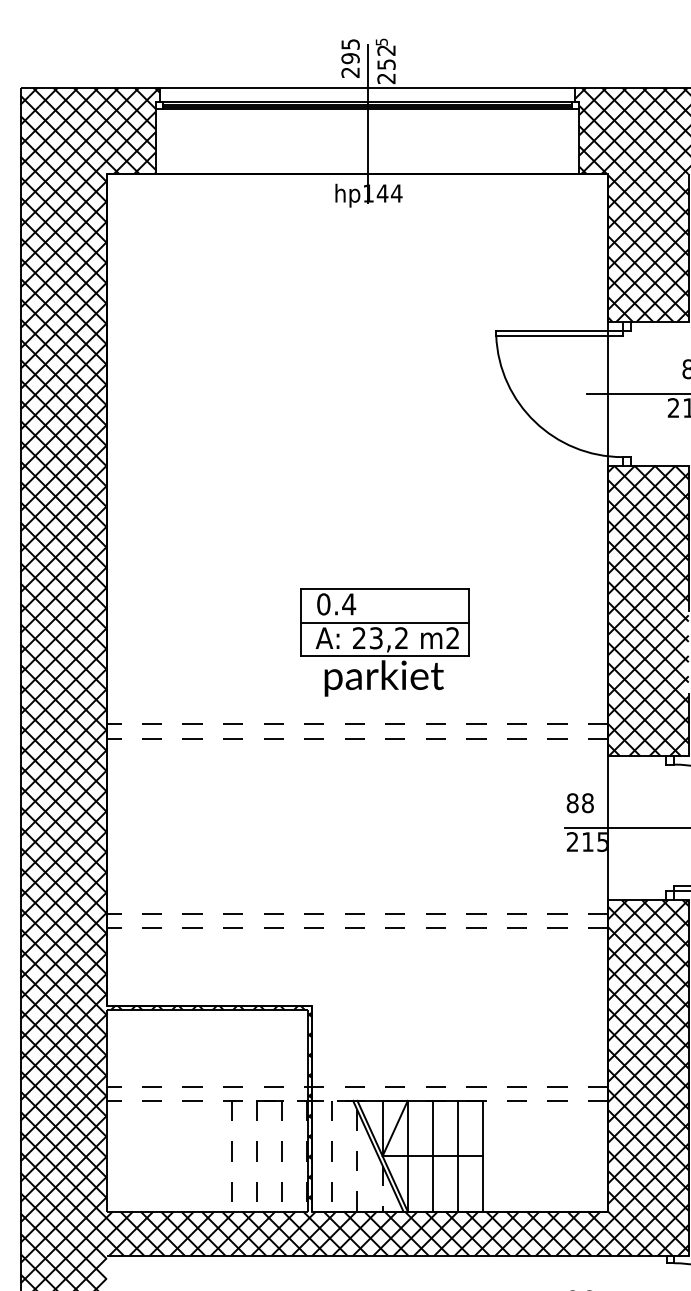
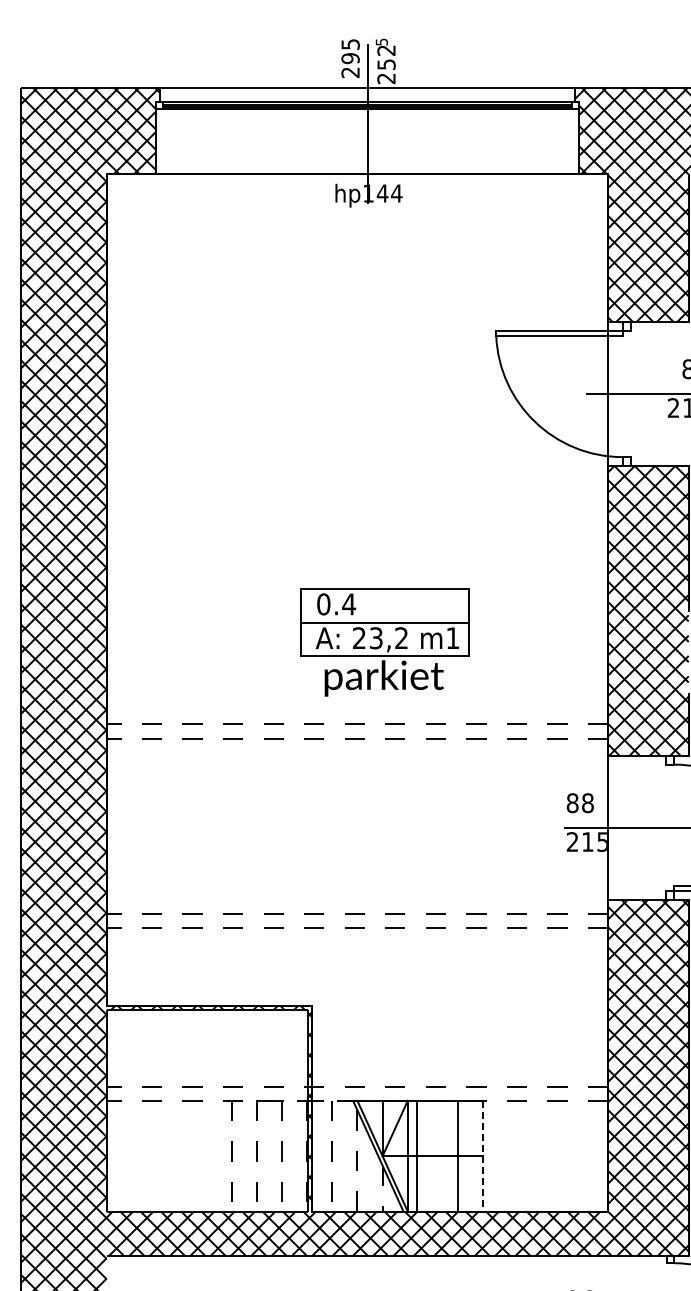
text at (452, 637): m2 -> m1
line at (432, 1155) position: (432, 1155) -> (416, 1155)
line at (483, 1156): solid -> dashed
